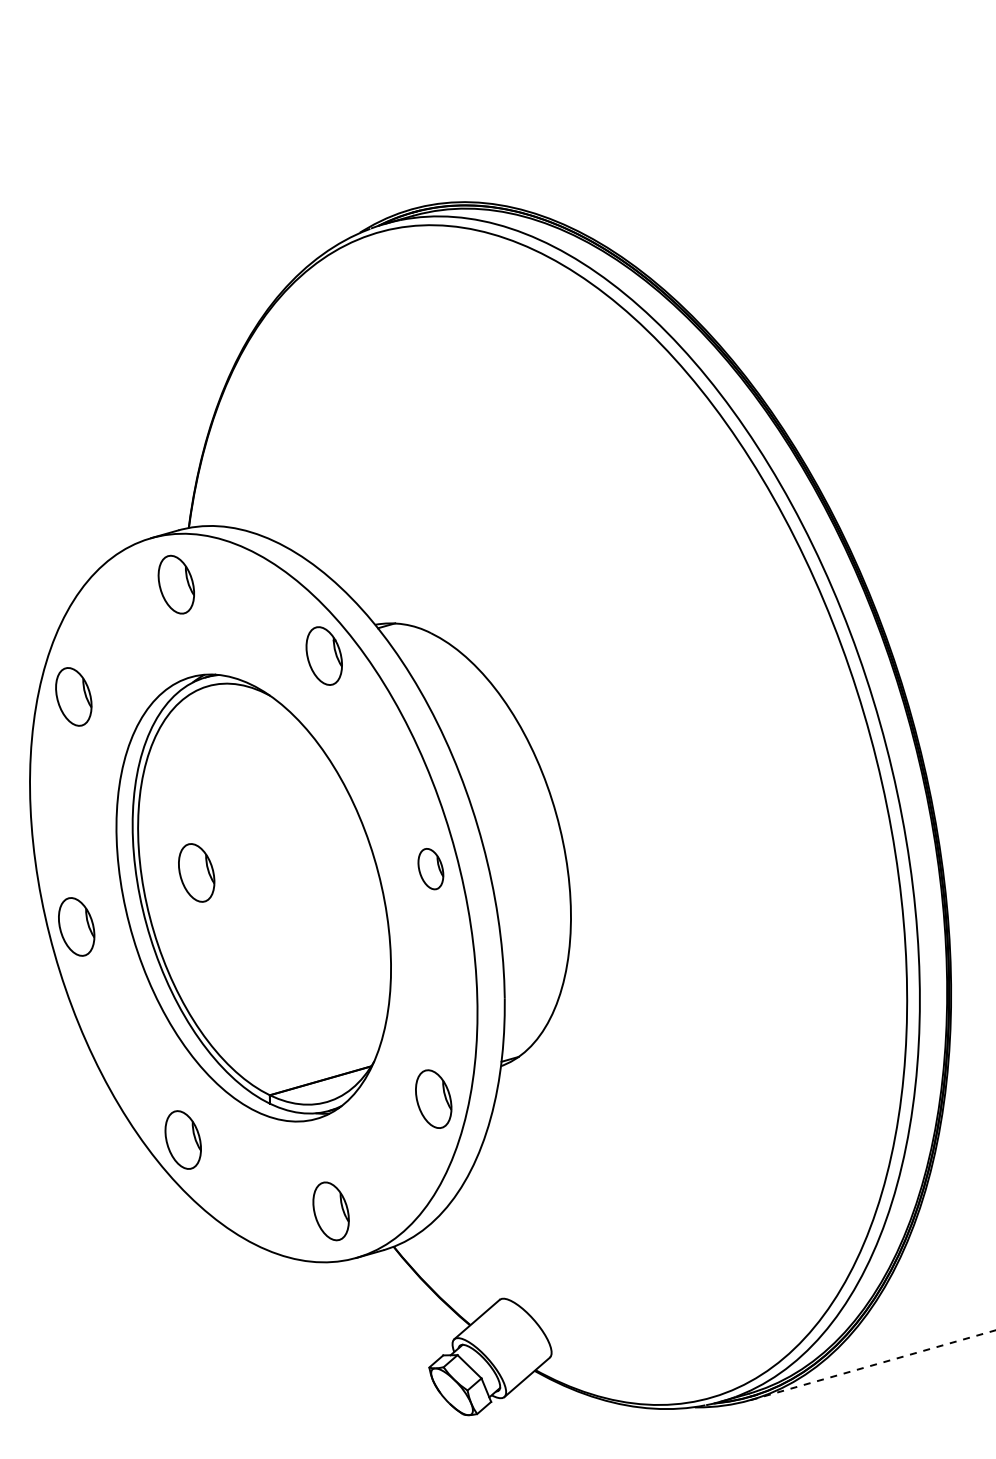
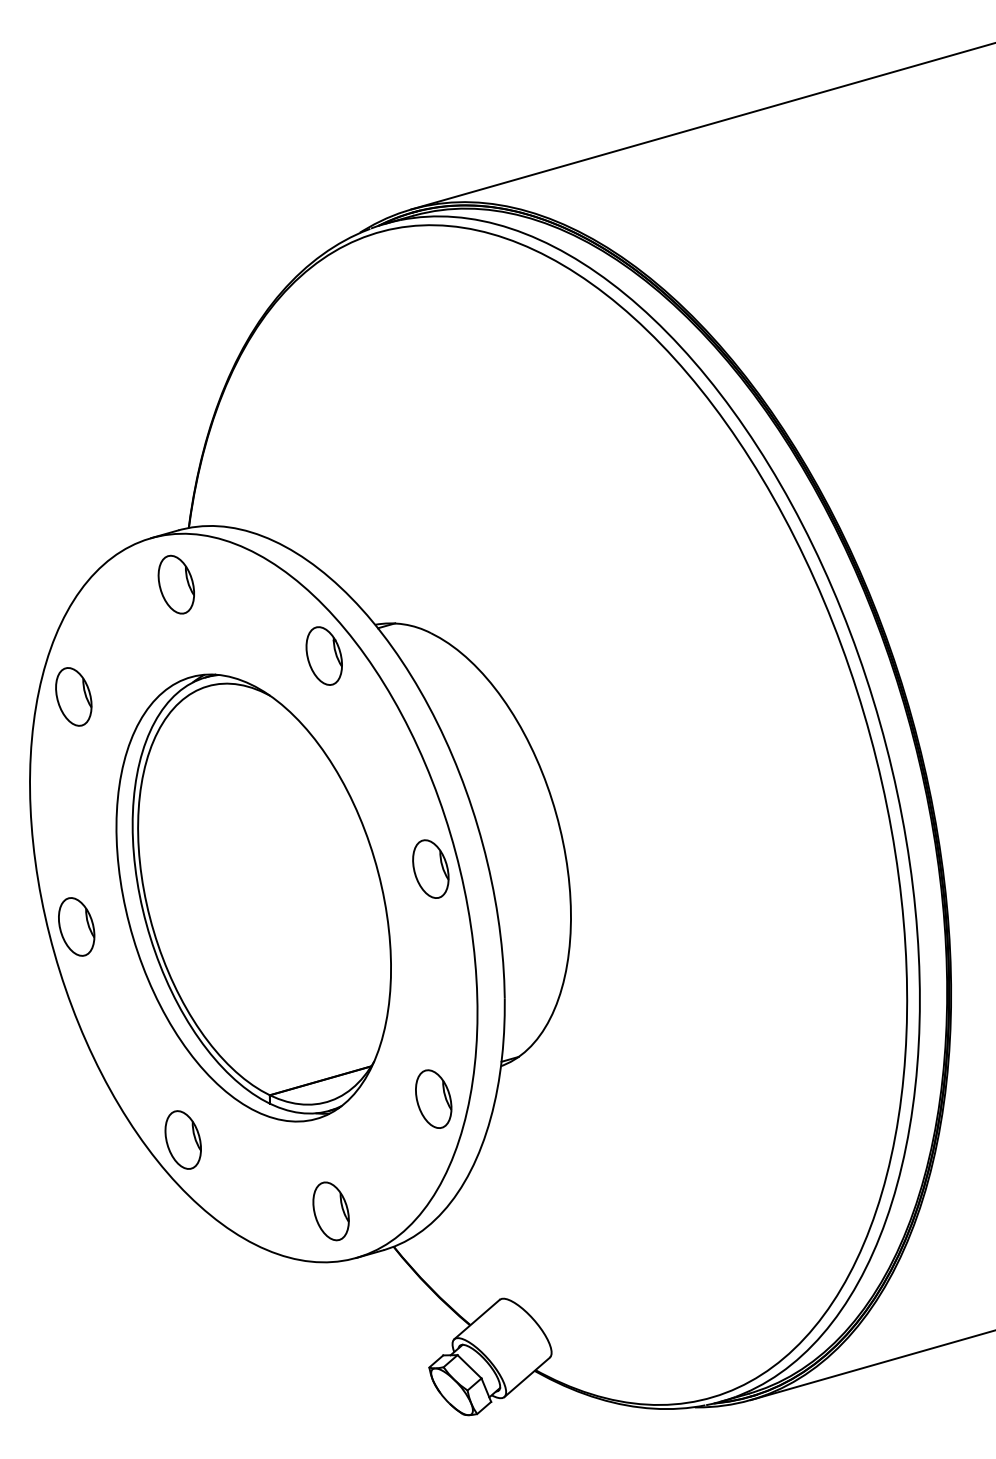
line at (701, 126): none -> present
part at (430, 869) size: 28x43 px -> 38x60 px
part at (196, 872): present -> none
line at (873, 1365): dashed -> solid
